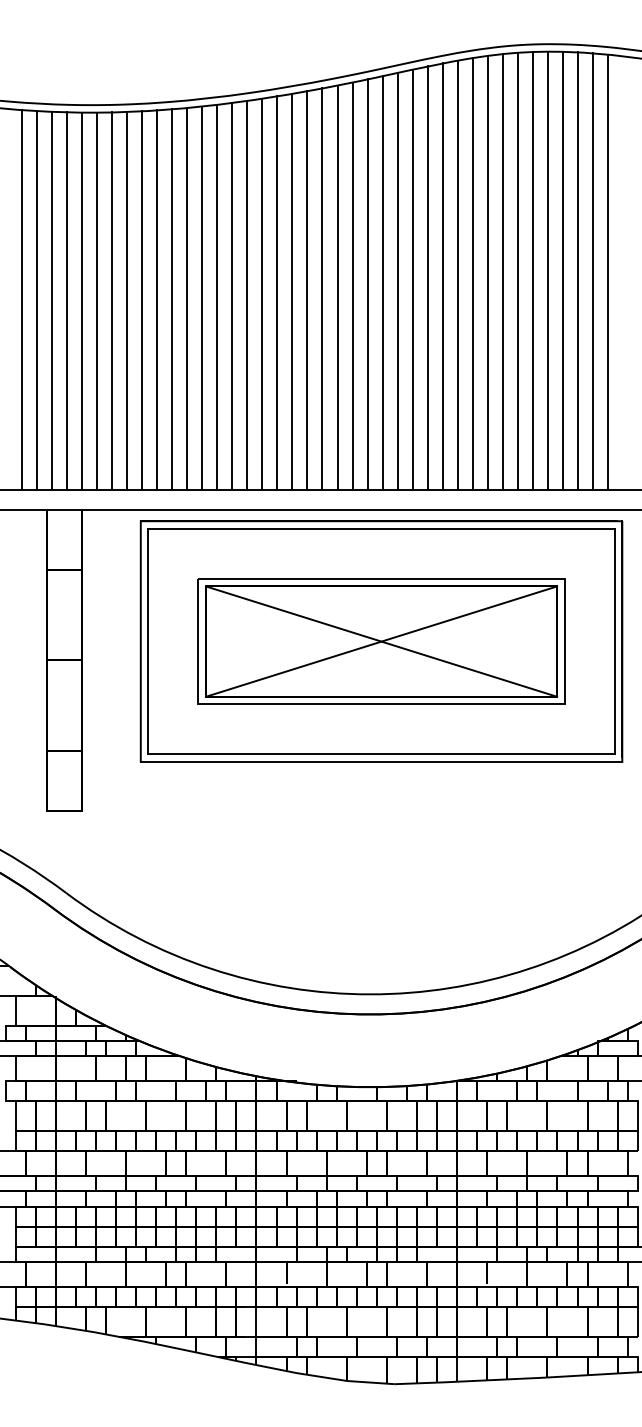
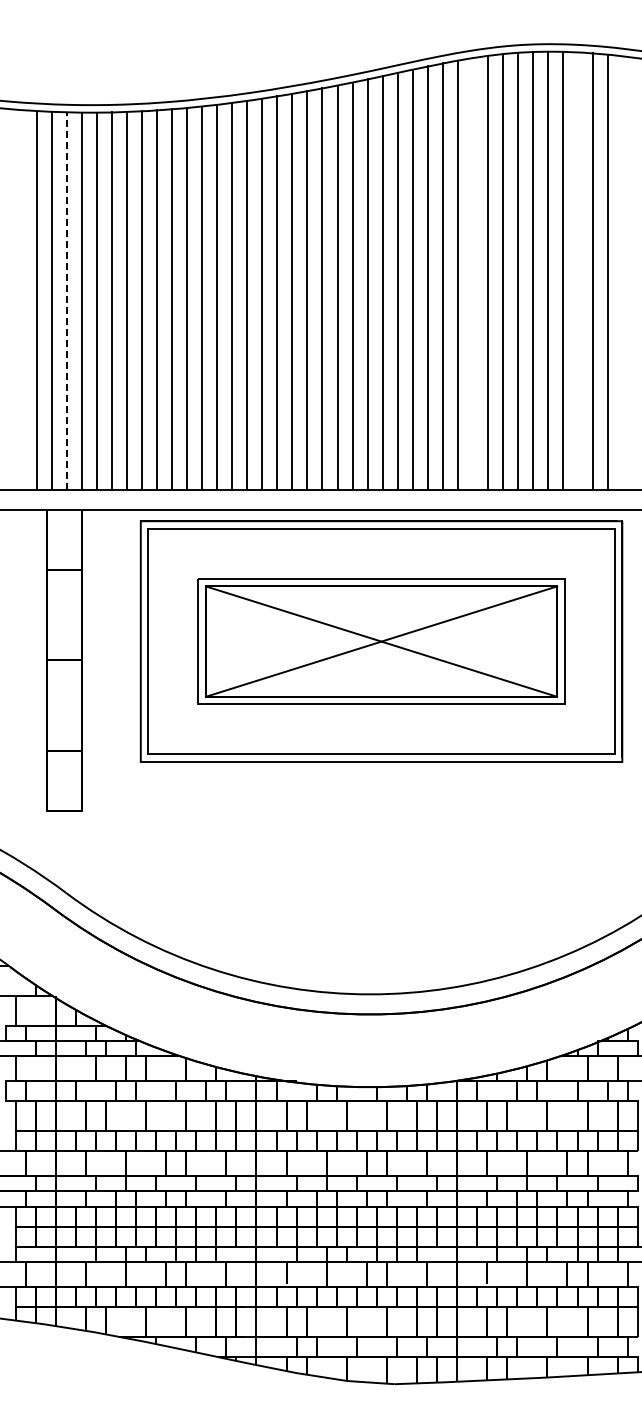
line at (578, 270): present -> none
line at (472, 273): present -> none
line at (21, 299): present -> none
line at (66, 301): solid -> dashed
